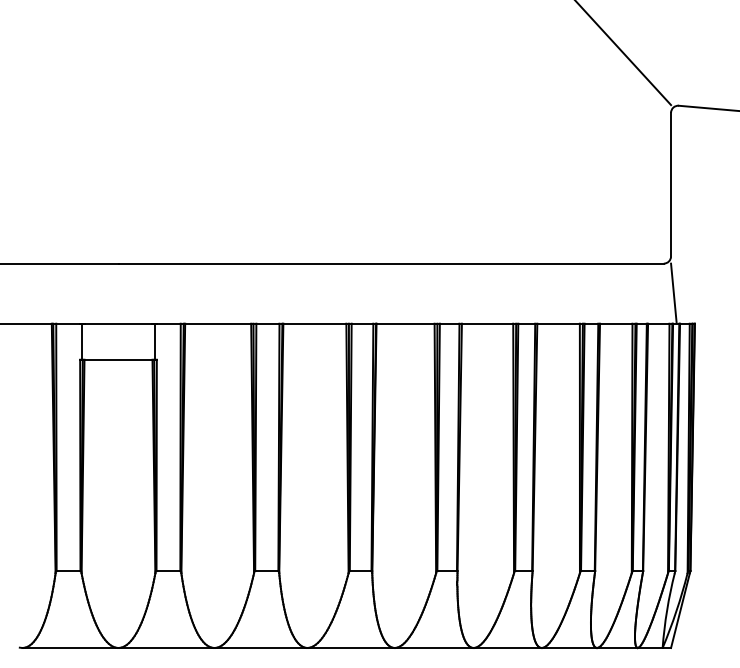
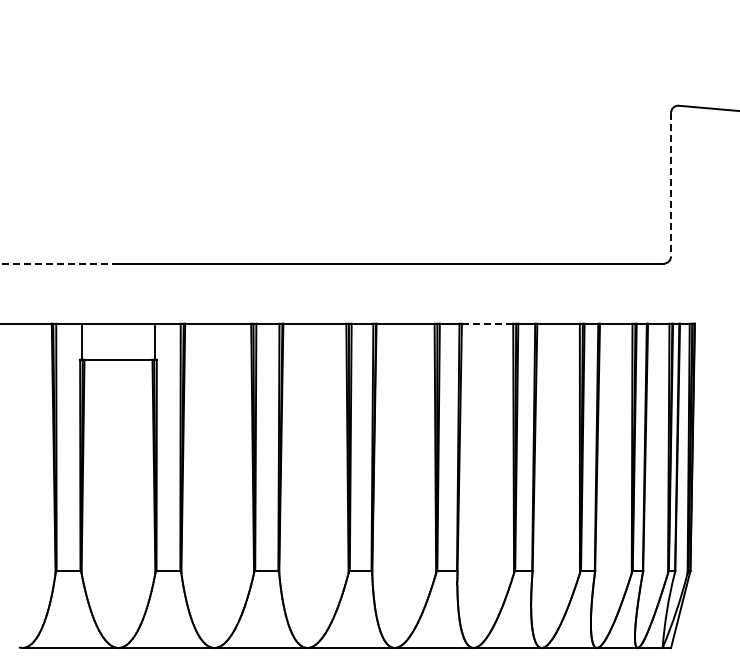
line at (624, 53): present -> none
line at (671, 184): solid -> dashed
line at (59, 263): solid -> dashed
line at (673, 293): present -> none
line at (487, 323): solid -> dashed
